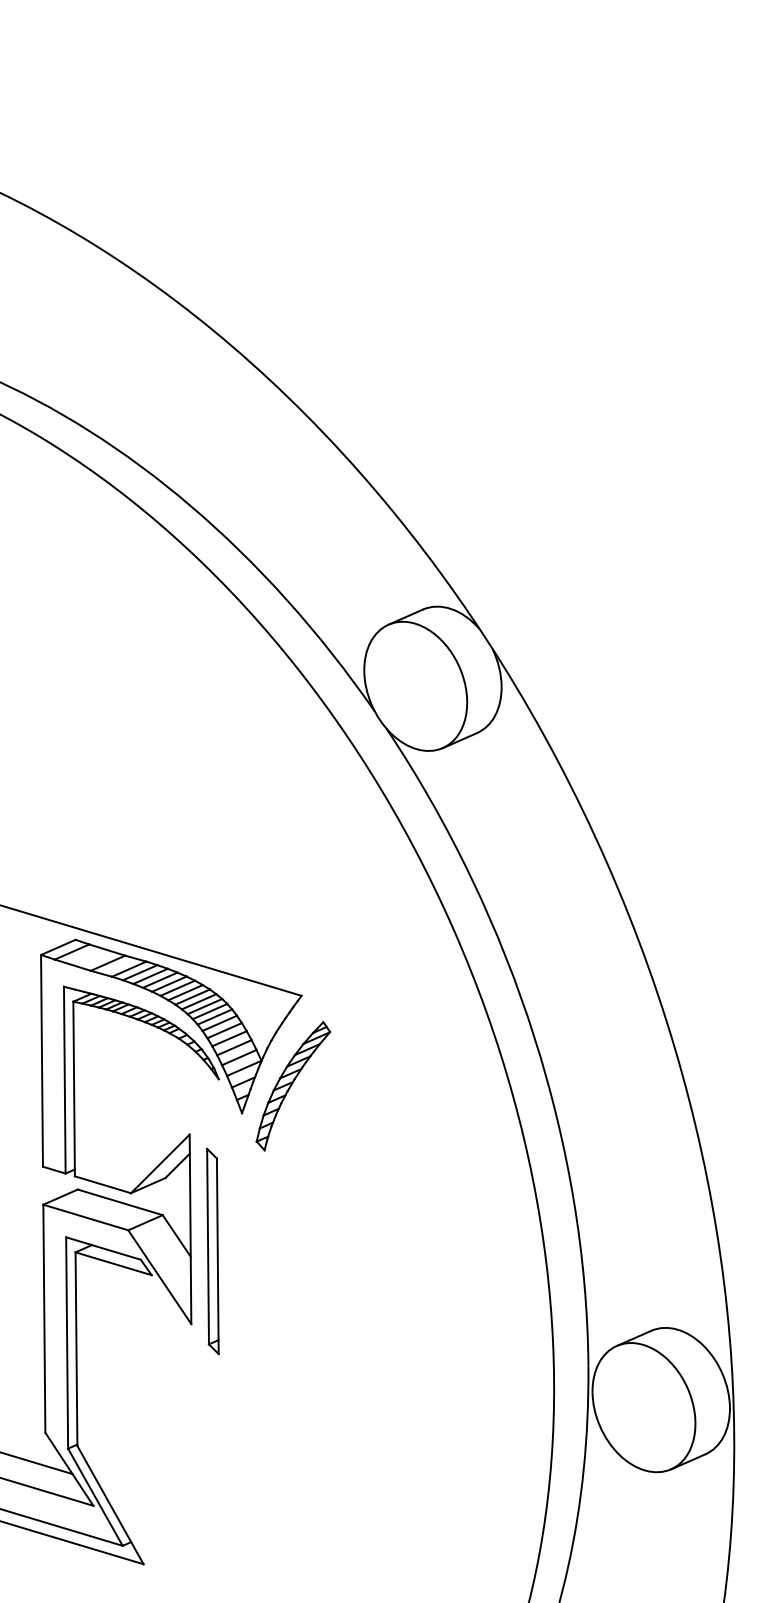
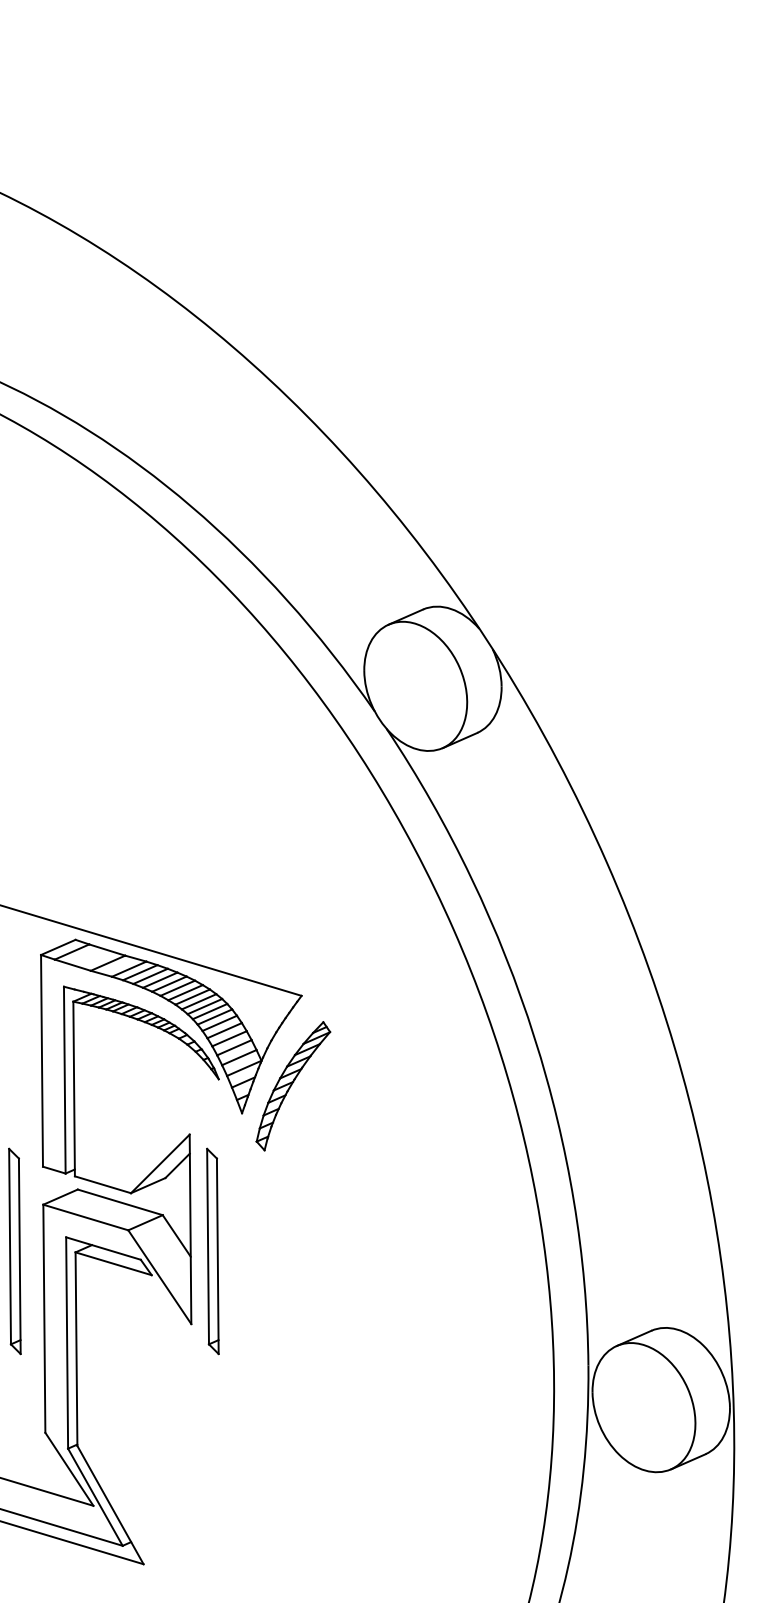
part at (14, 1251): none -> present
line at (37, 1463): present -> none
